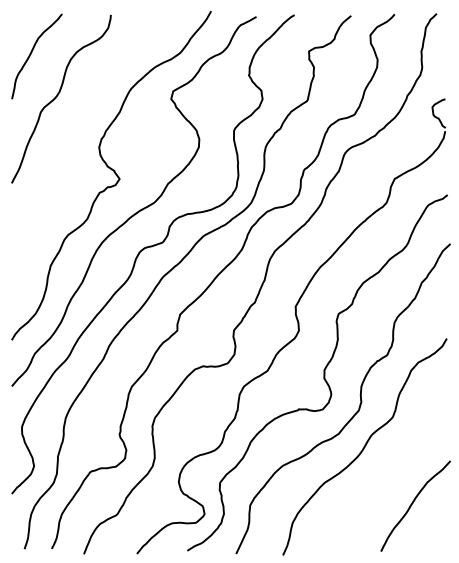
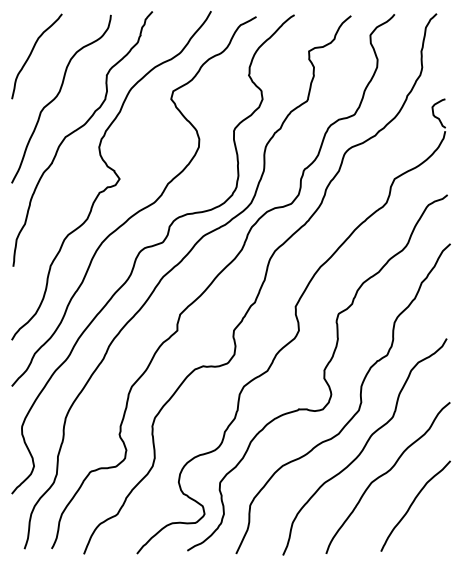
curve at (76, 131): none -> present
curve at (385, 474): none -> present
